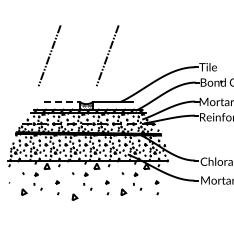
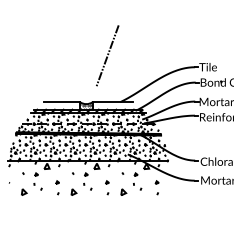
line at (49, 54): present -> none
line at (62, 102): dashed -> solid
line at (74, 196) position: (74, 196) -> (73, 191)
